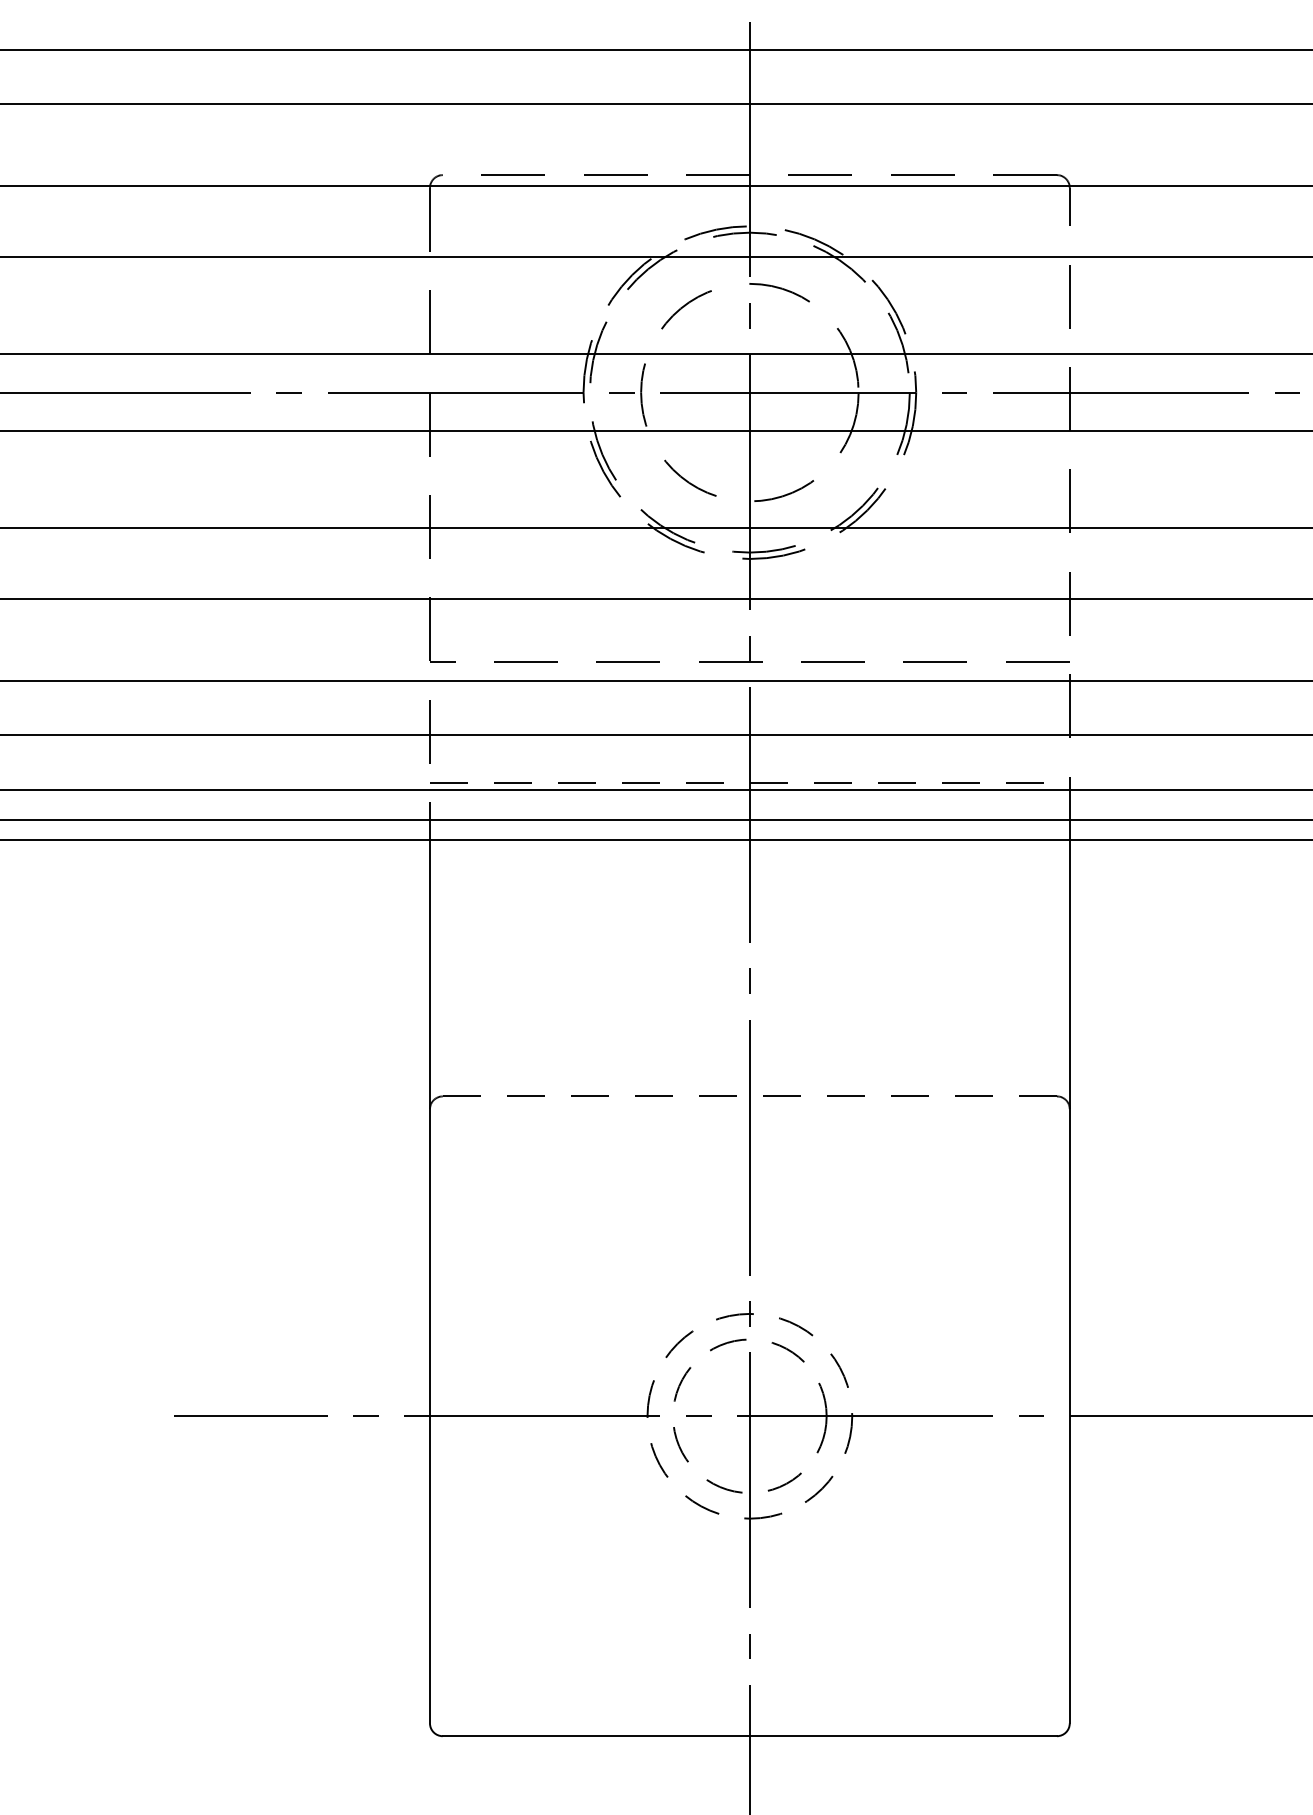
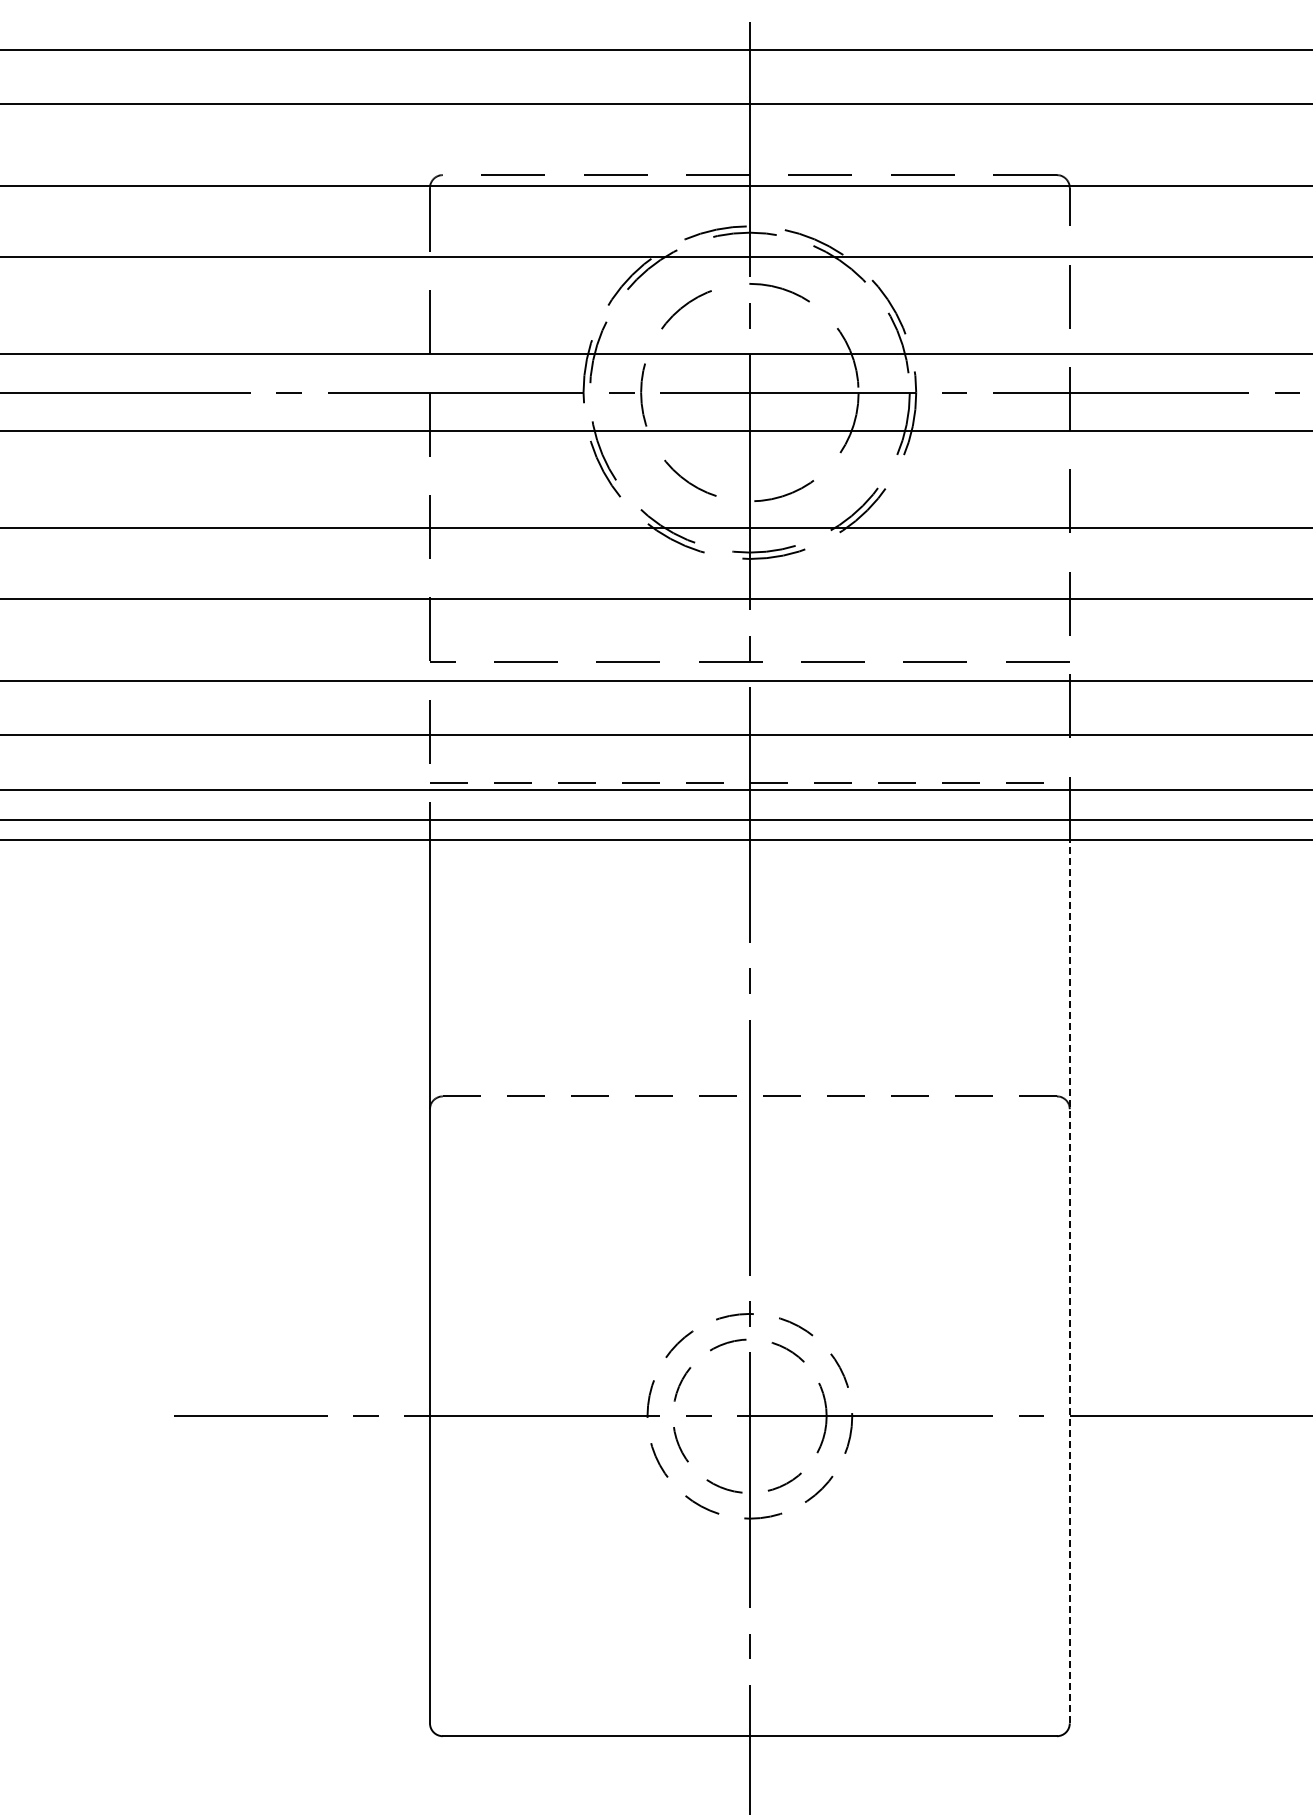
line at (1069, 1281): solid -> dashed
